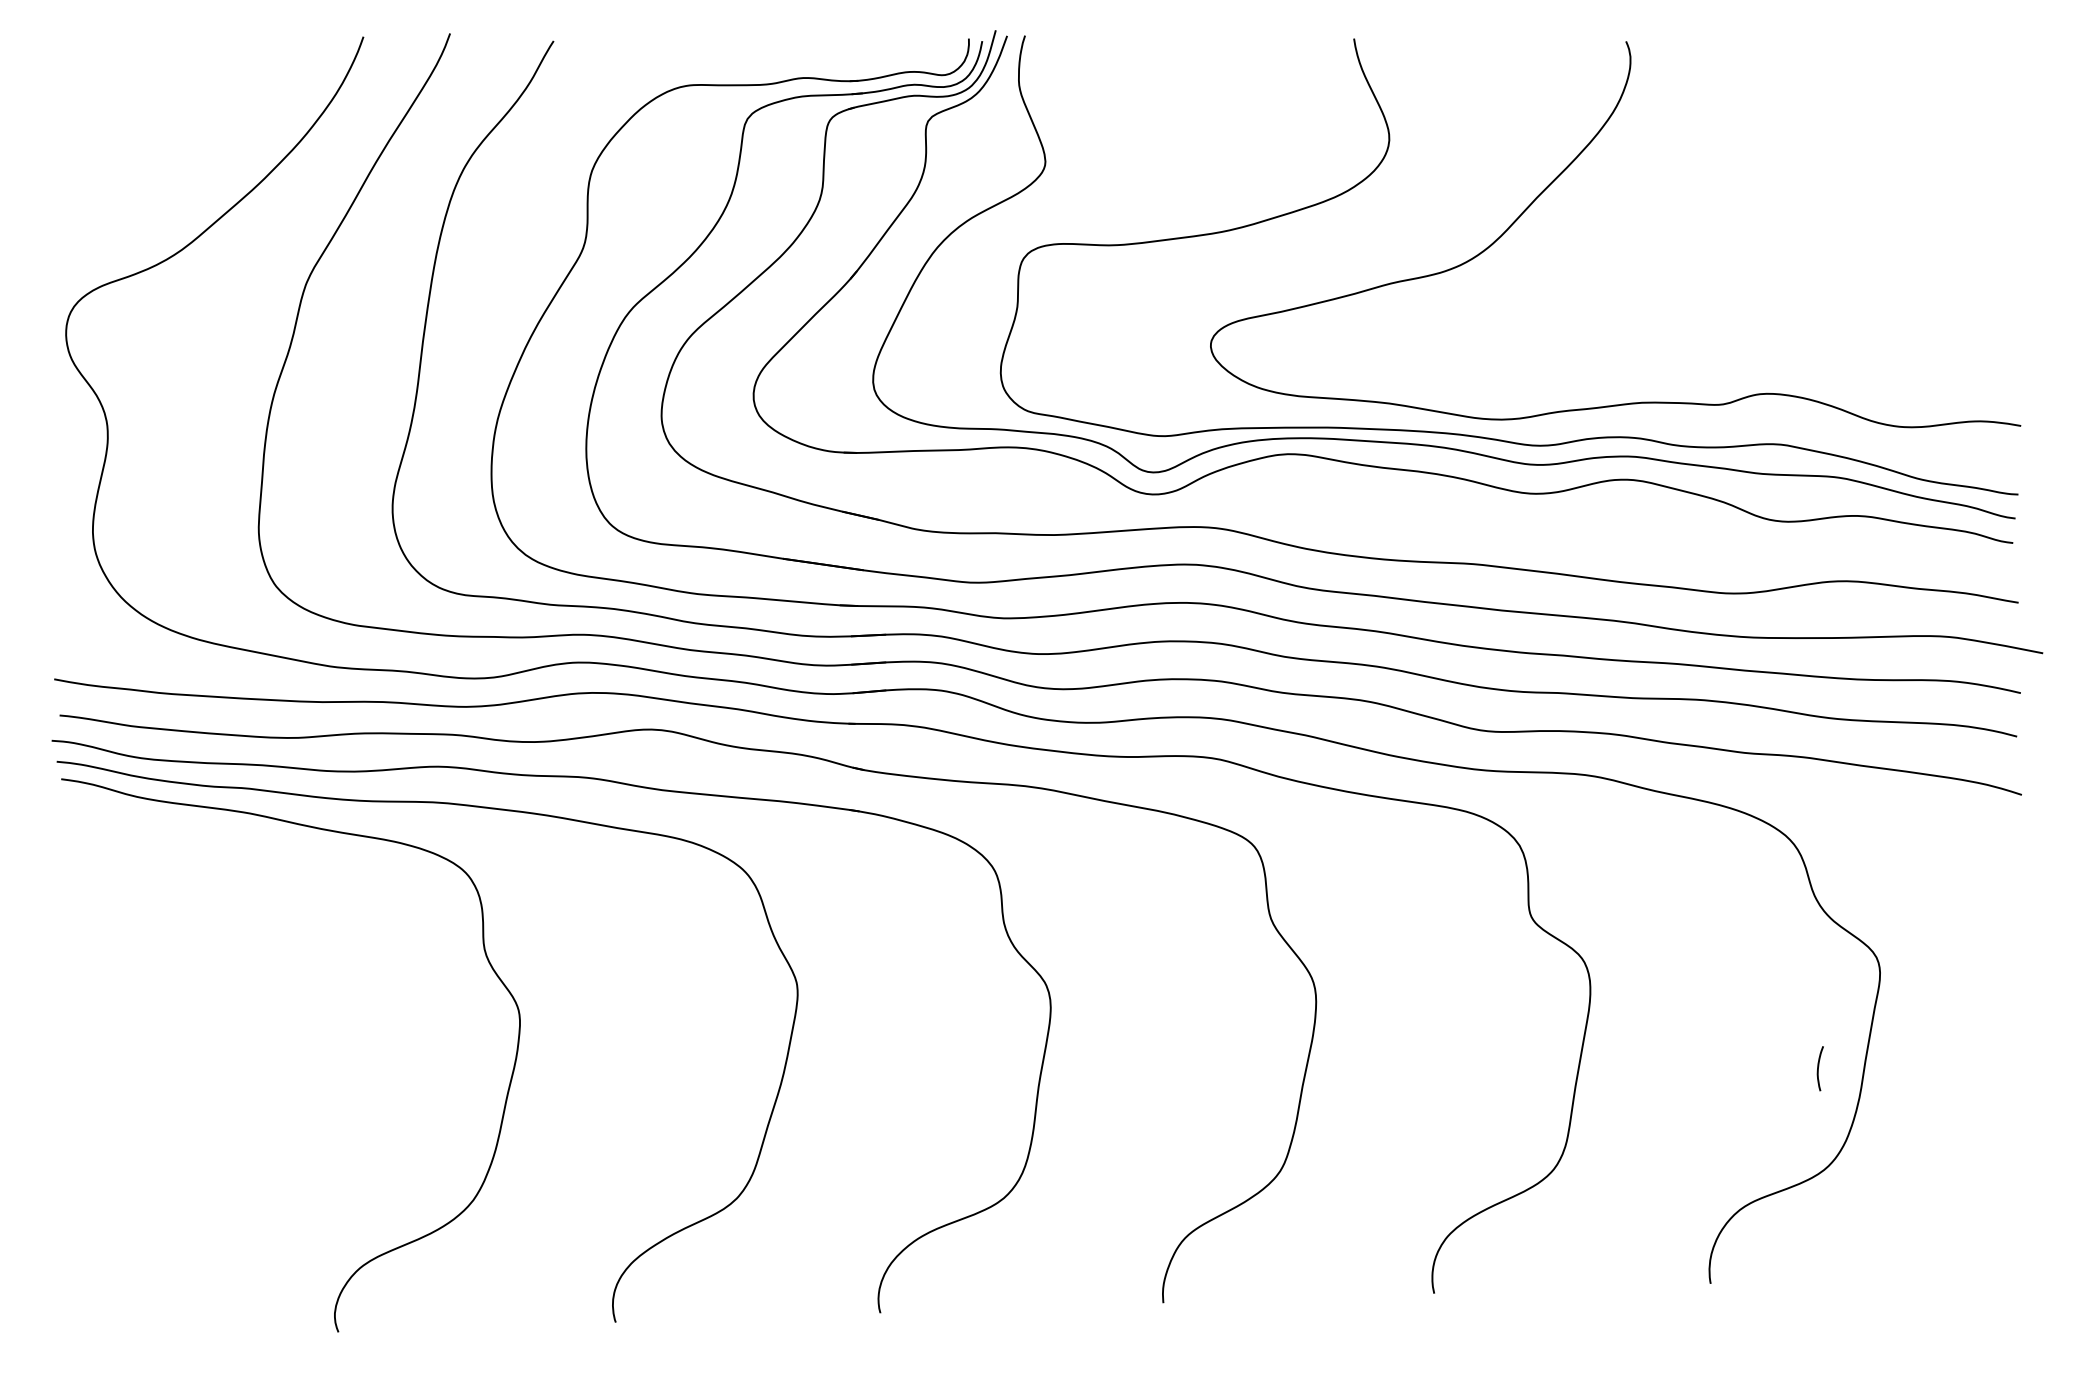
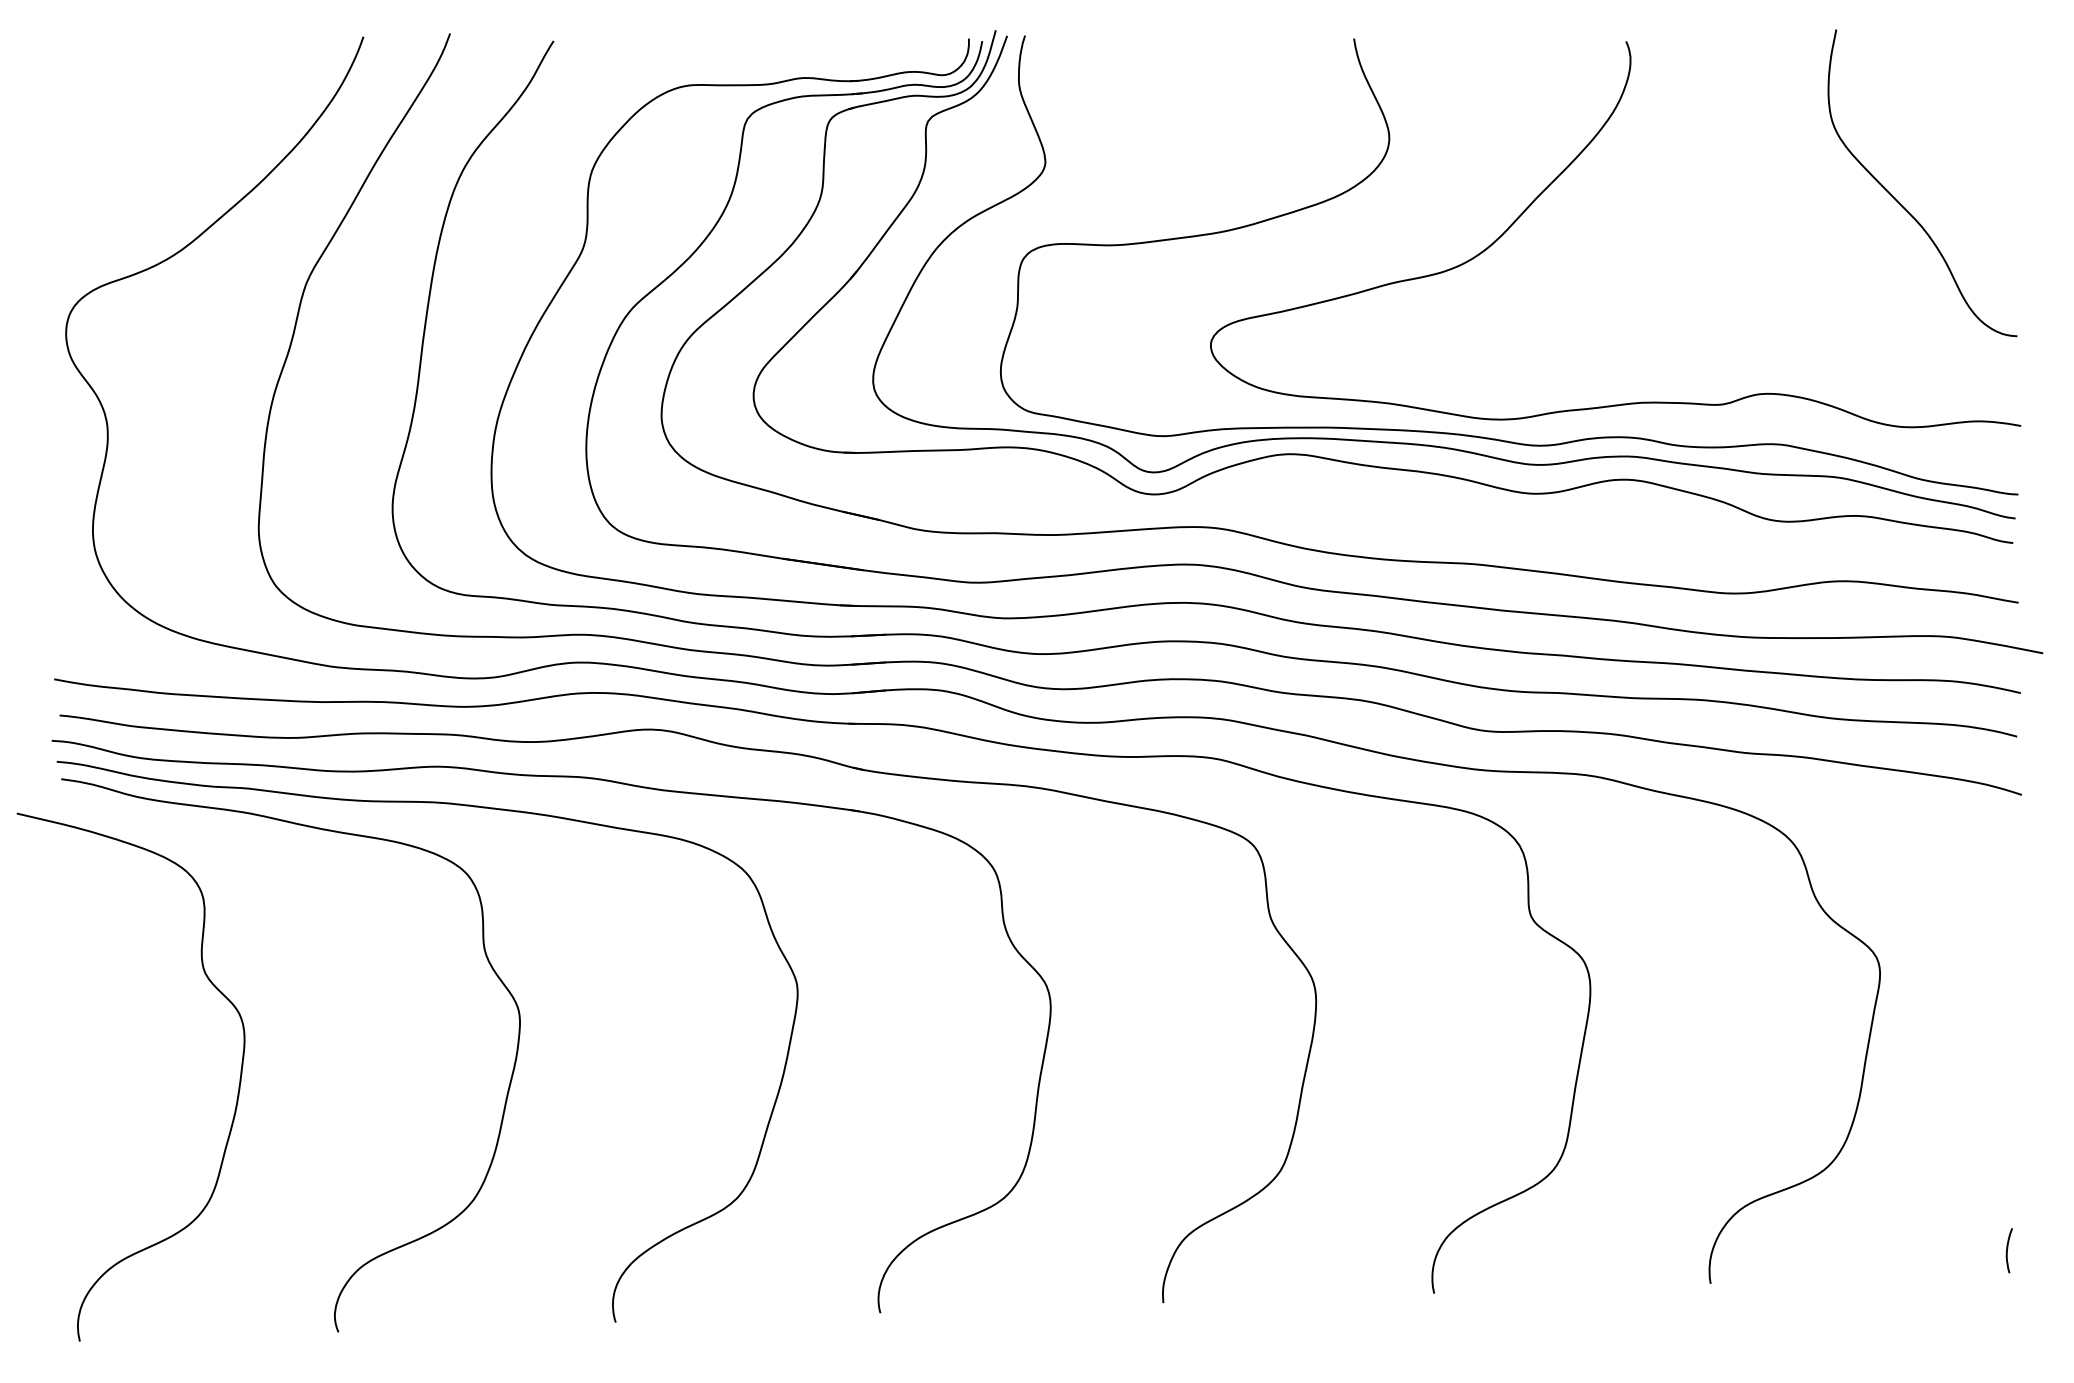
curve at (1901, 204): none -> present
curve at (1818, 1068) position: (1818, 1068) -> (2007, 1250)
curve at (237, 1092): none -> present
